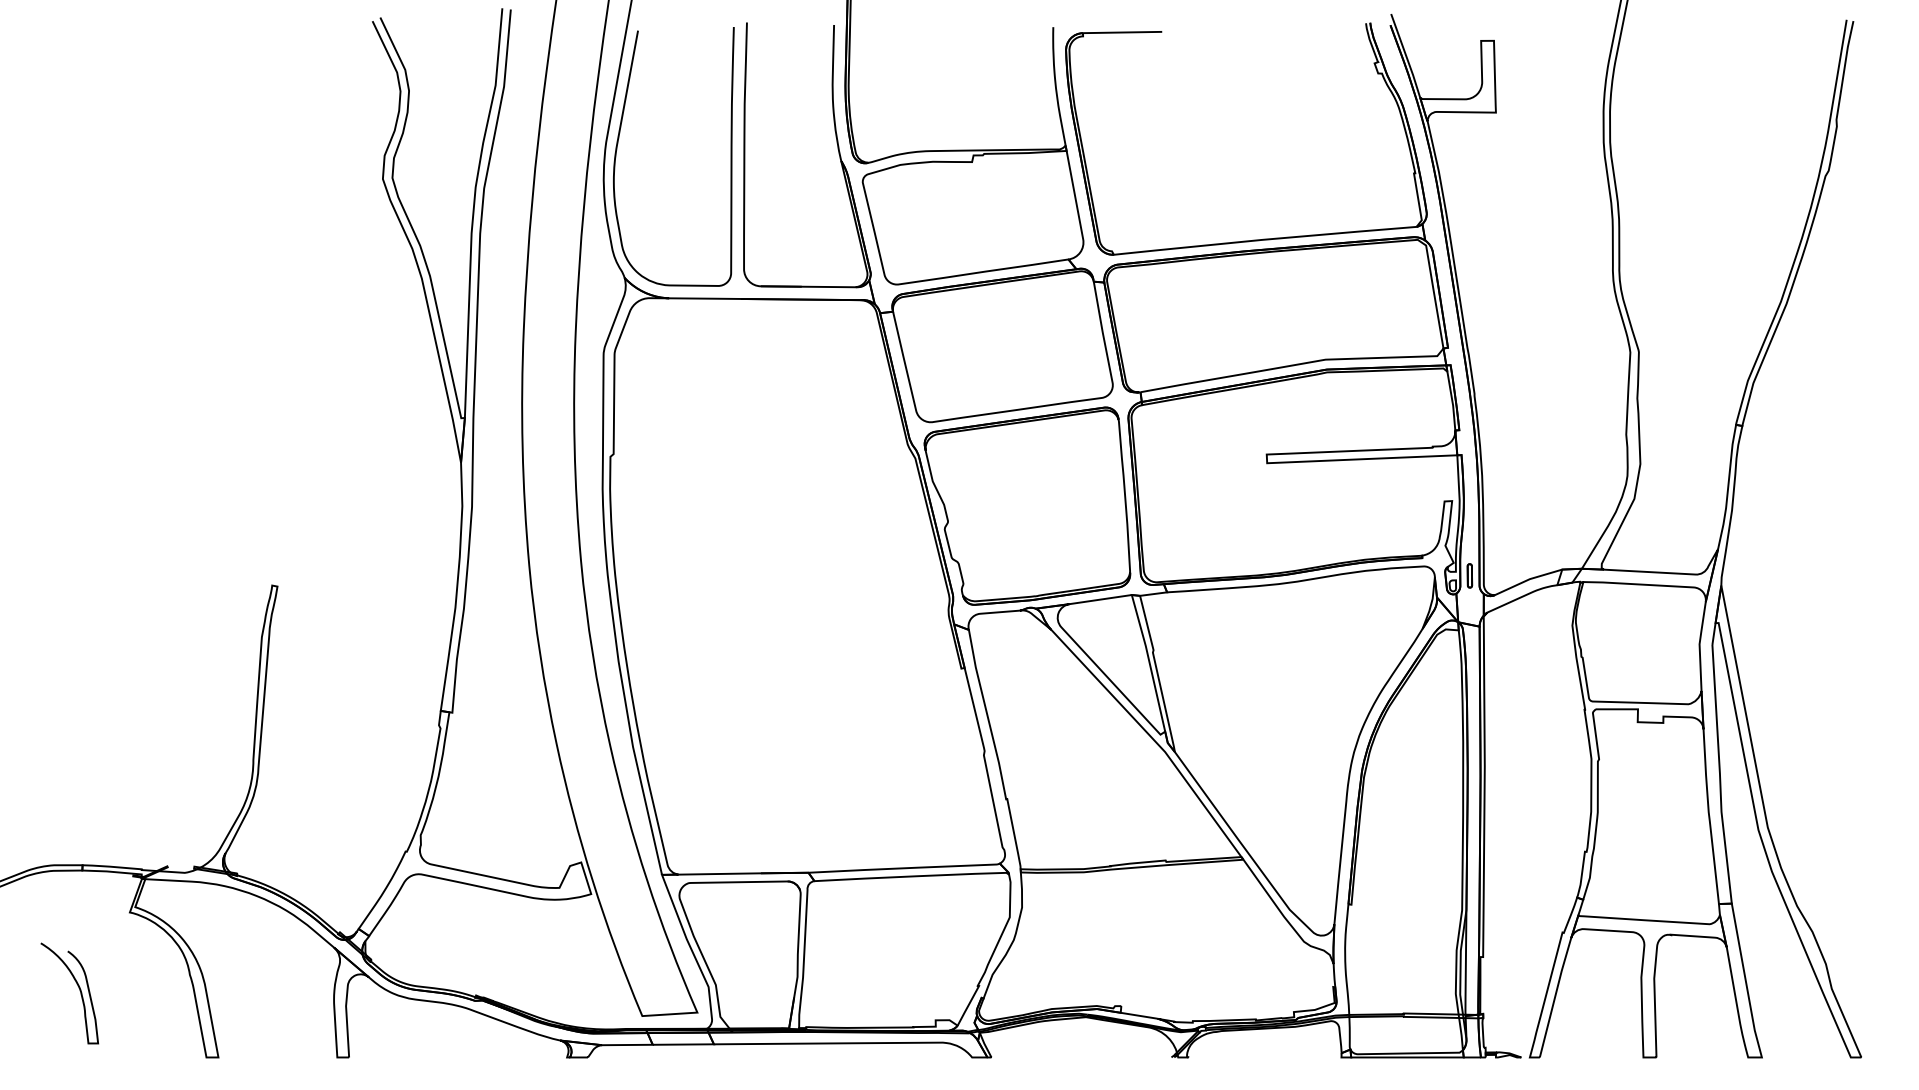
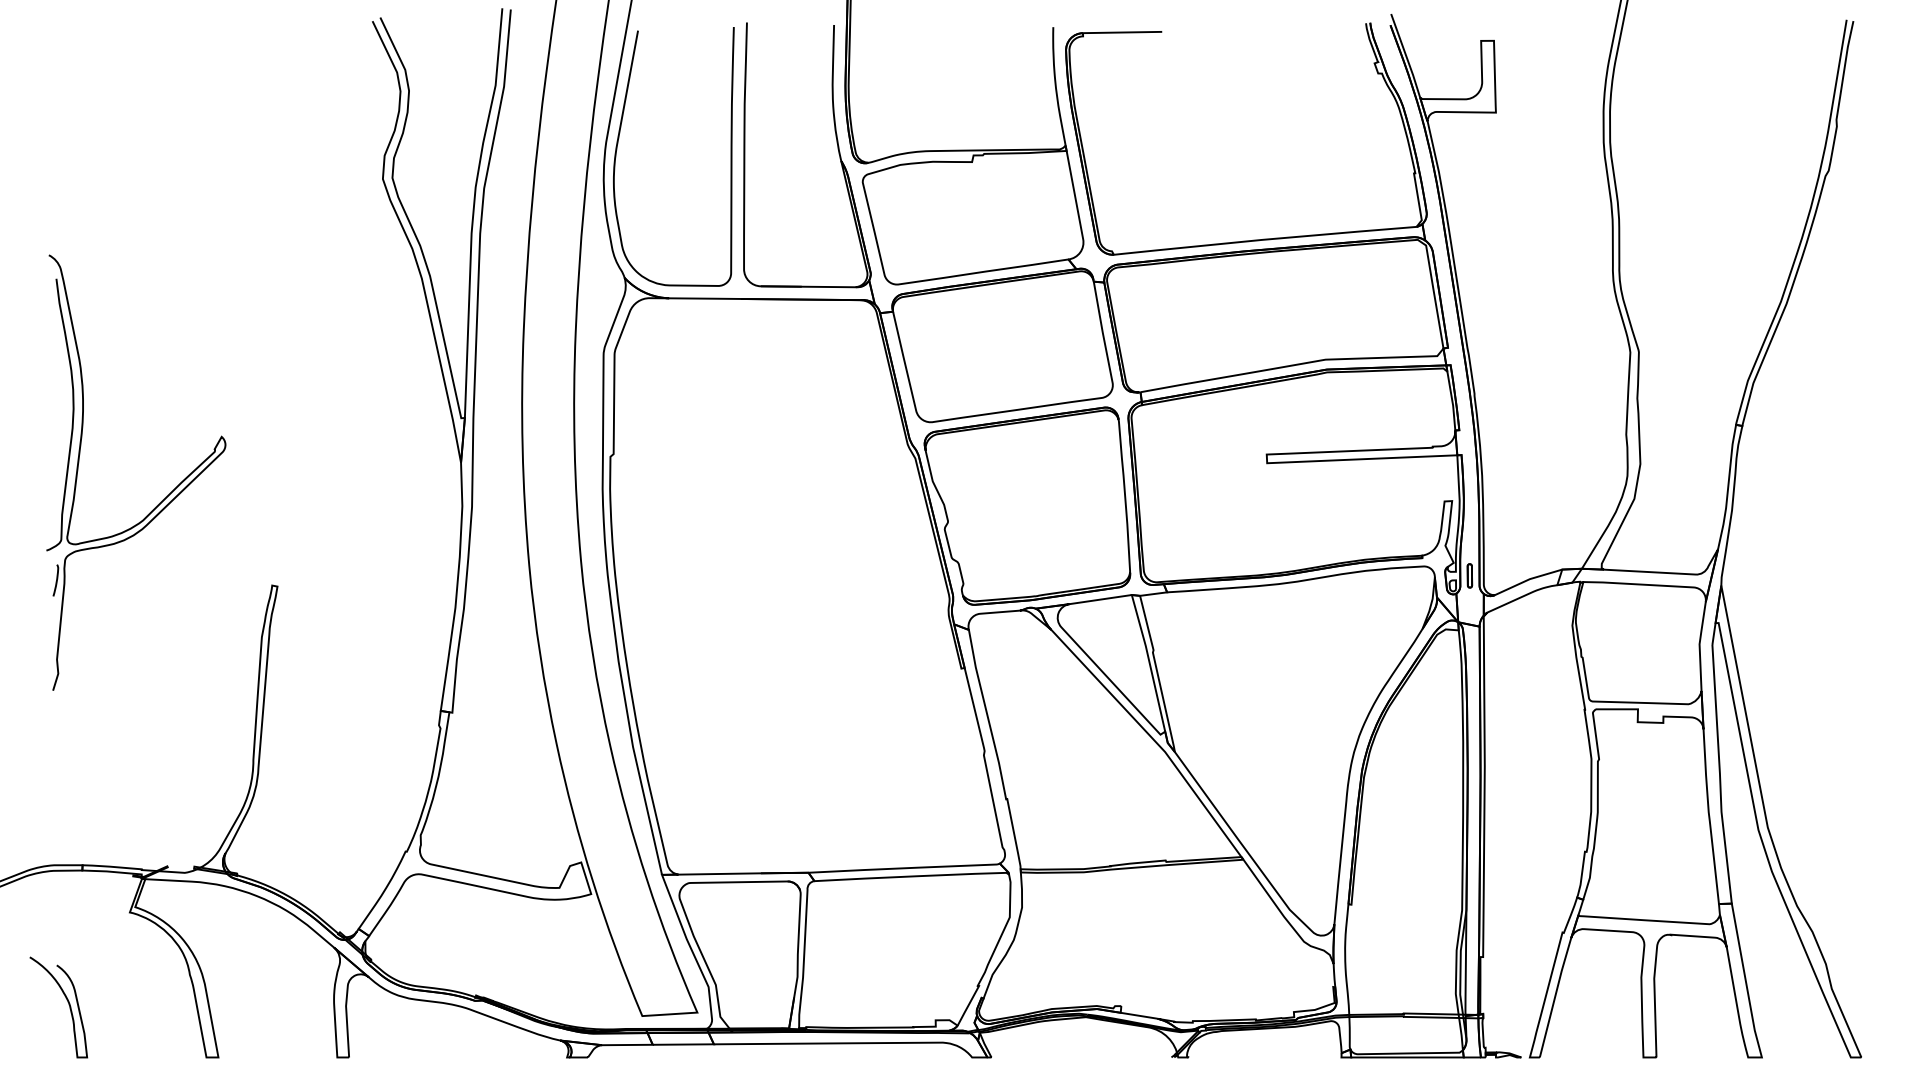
part at (159, 502): none -> present
curve at (78, 988) position: (78, 988) -> (67, 1002)
